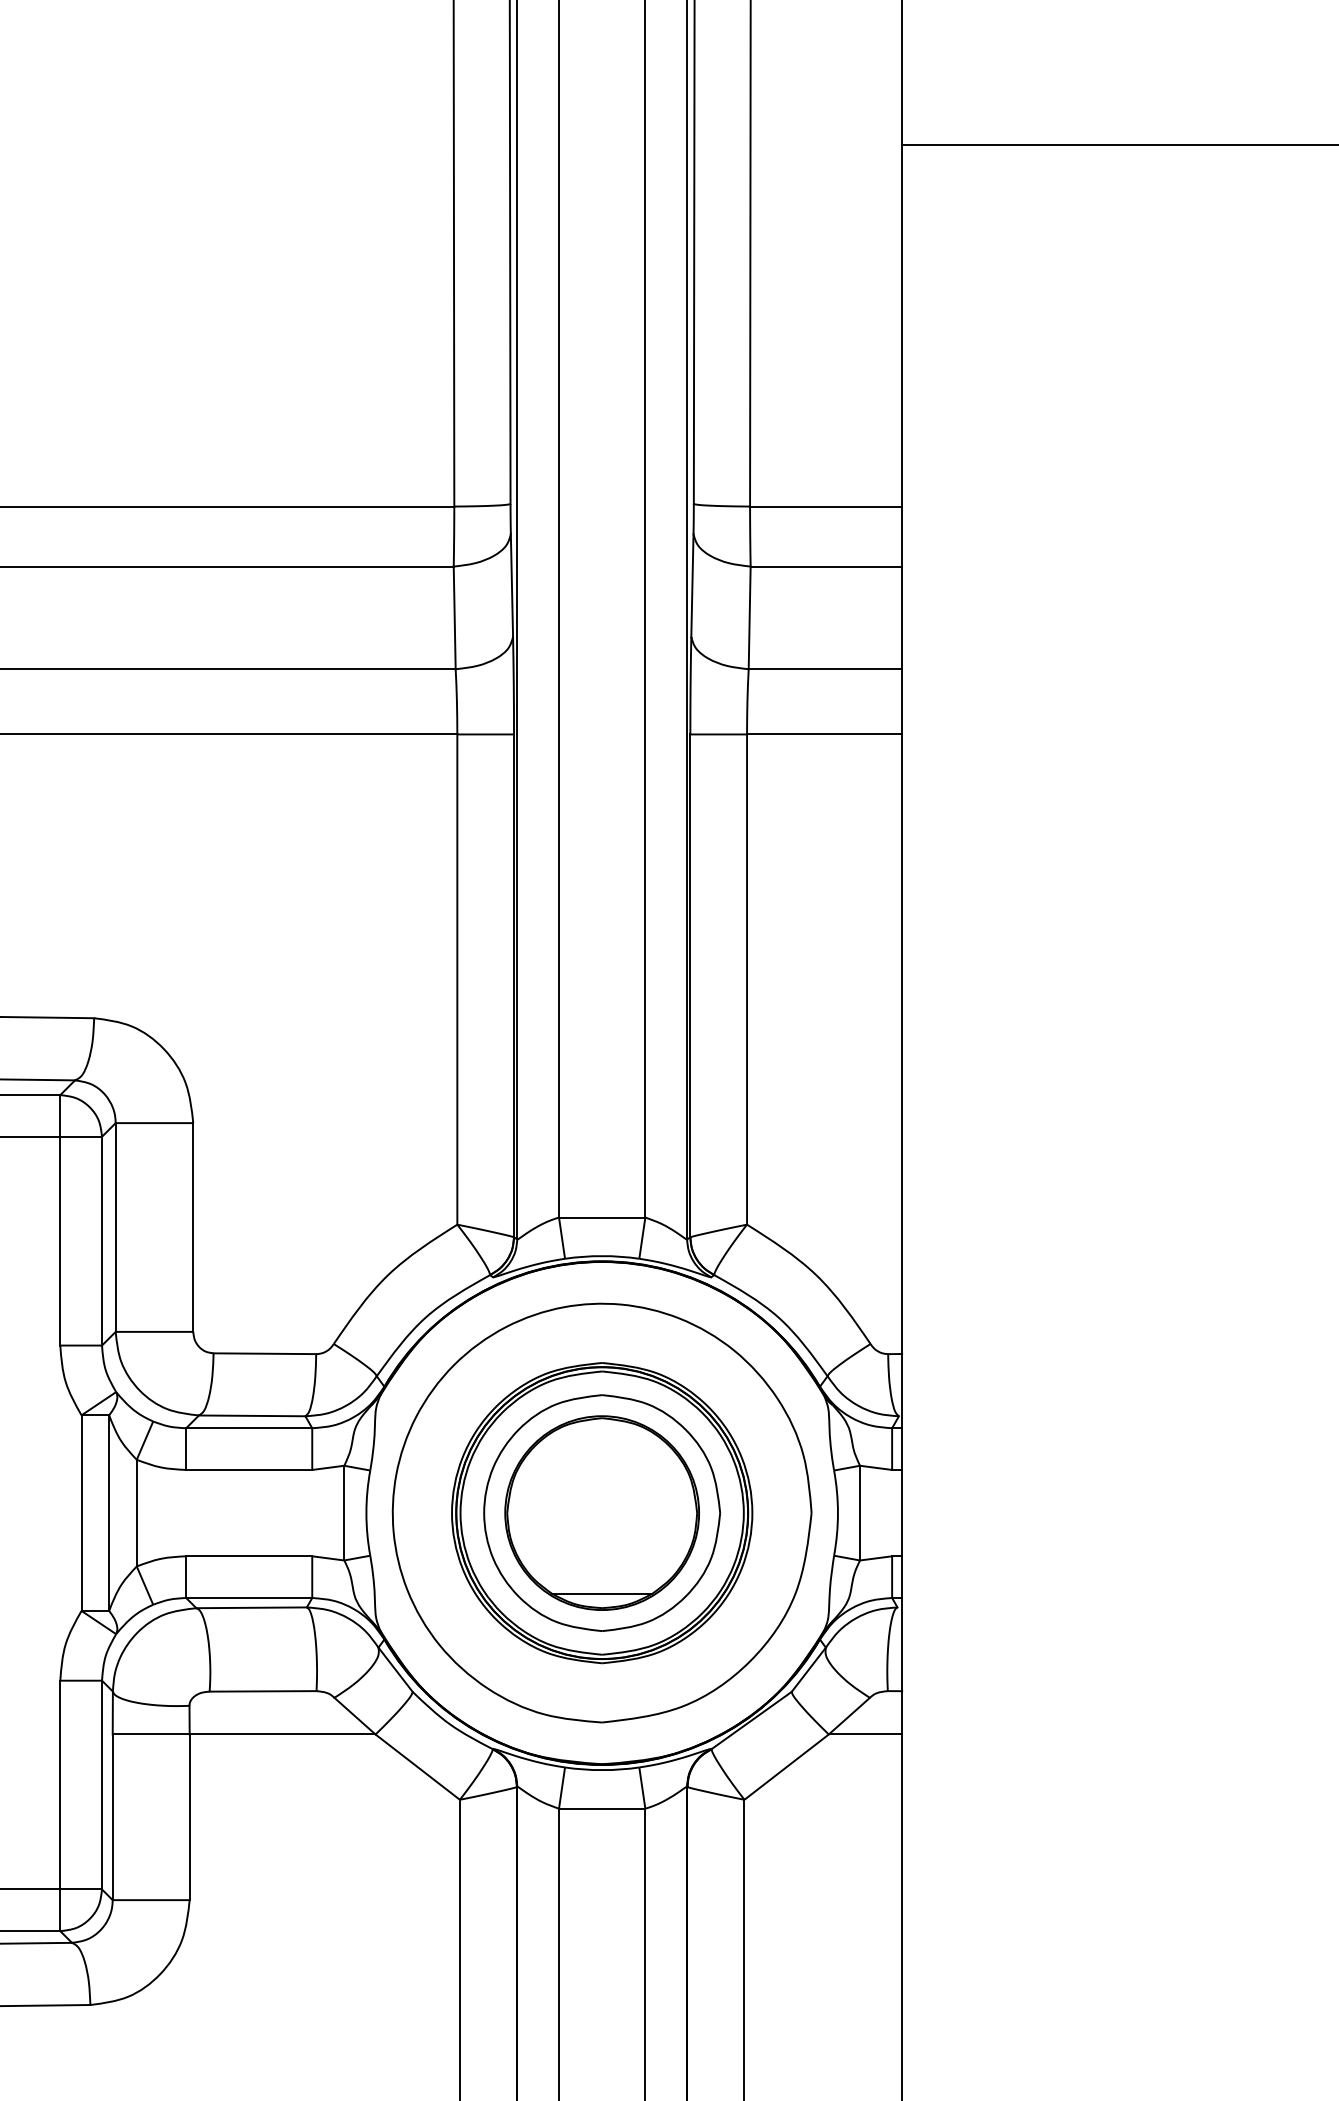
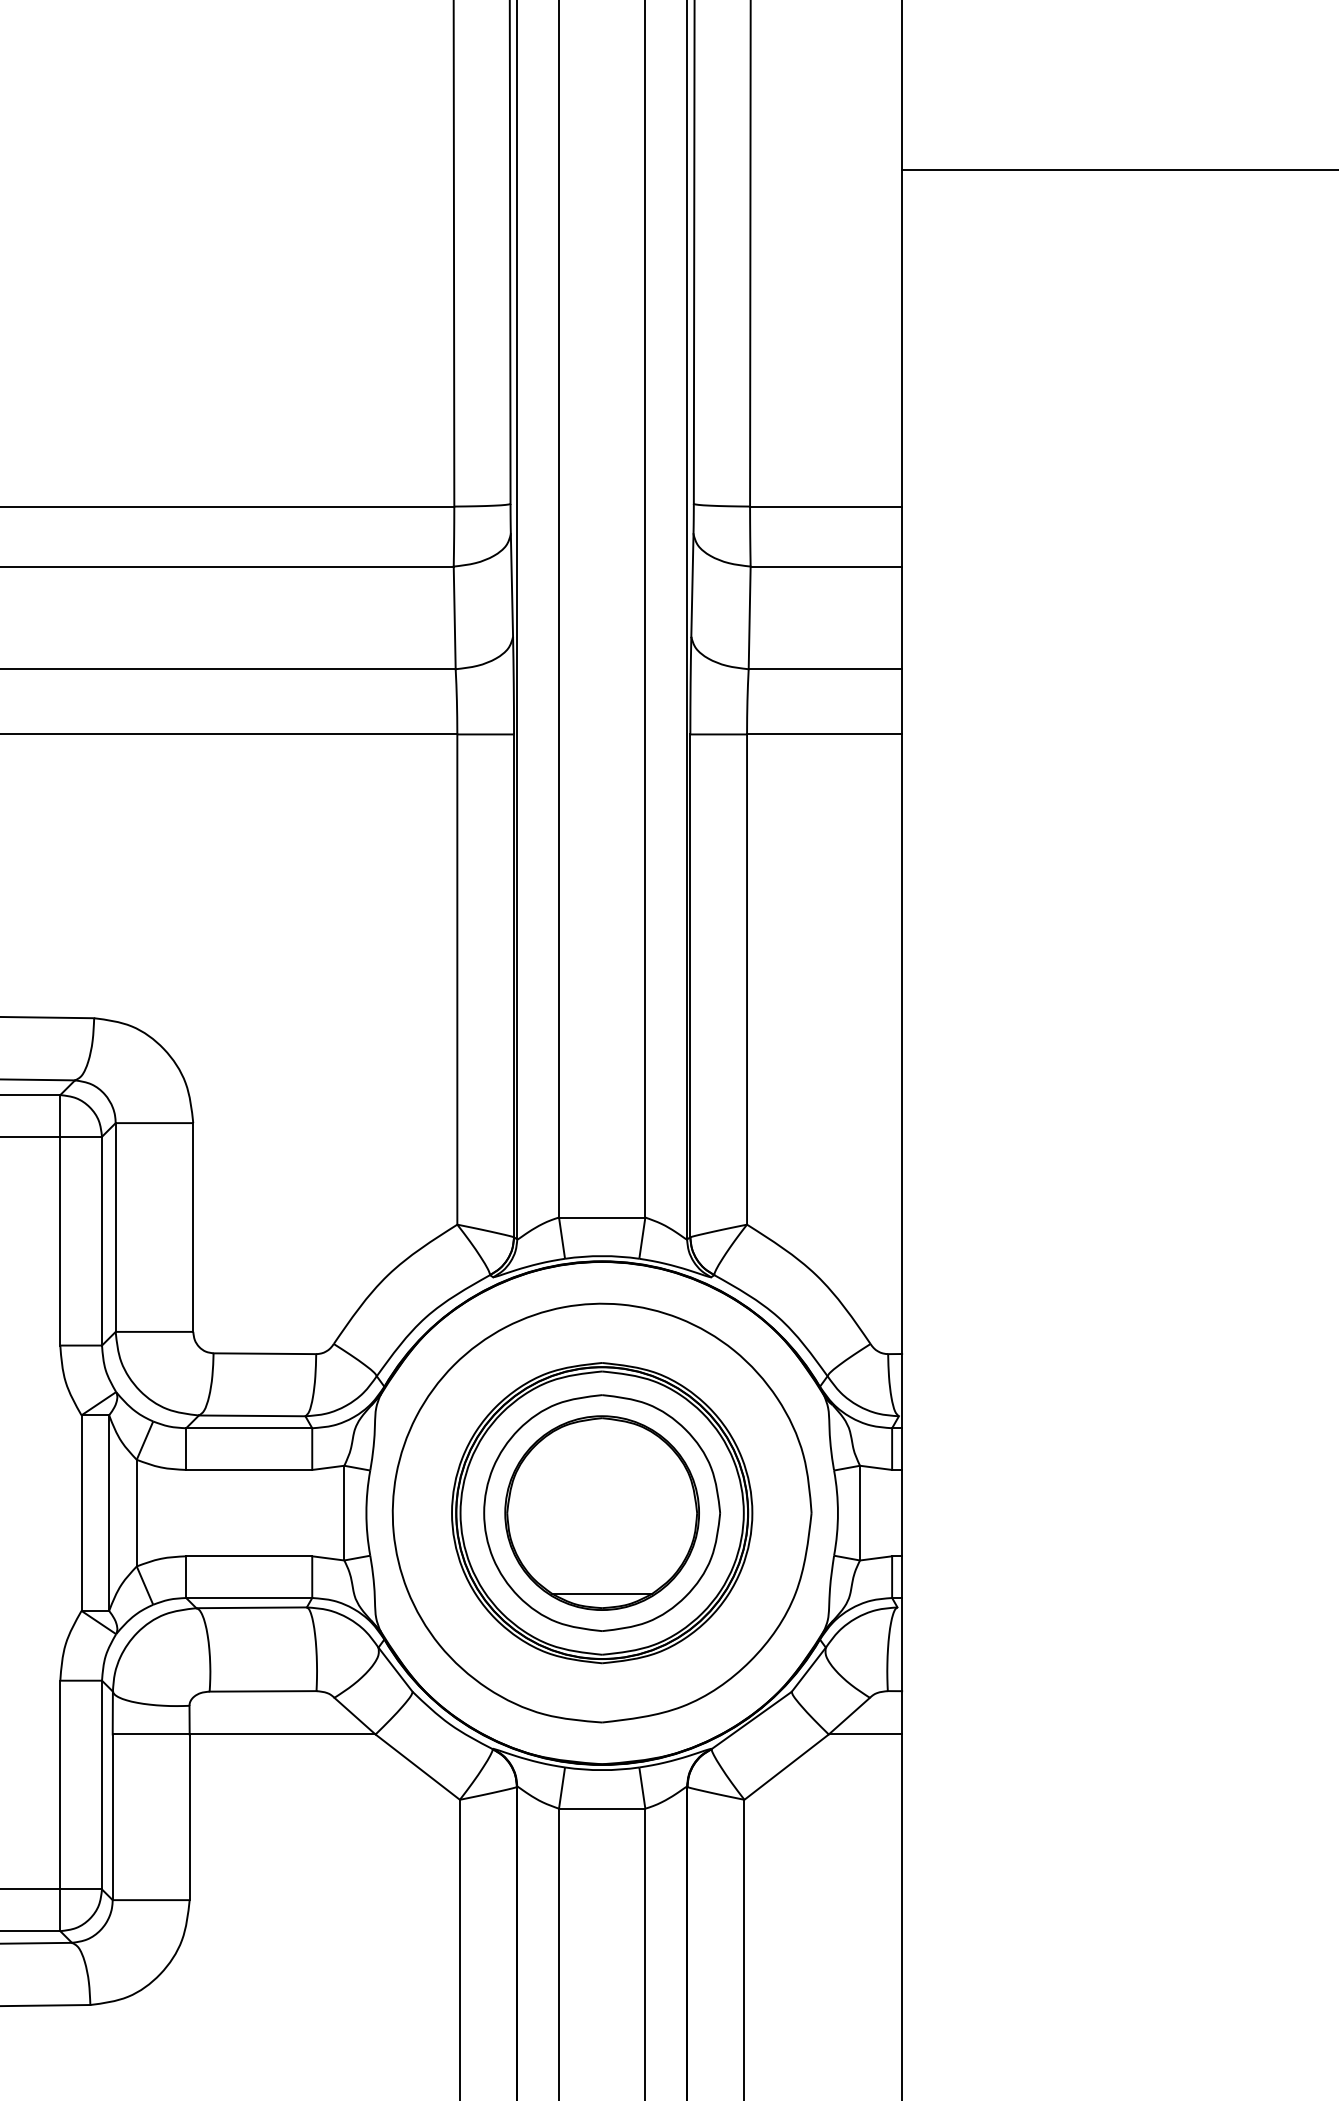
line at (1118, 145) position: (1118, 145) -> (1118, 170)
